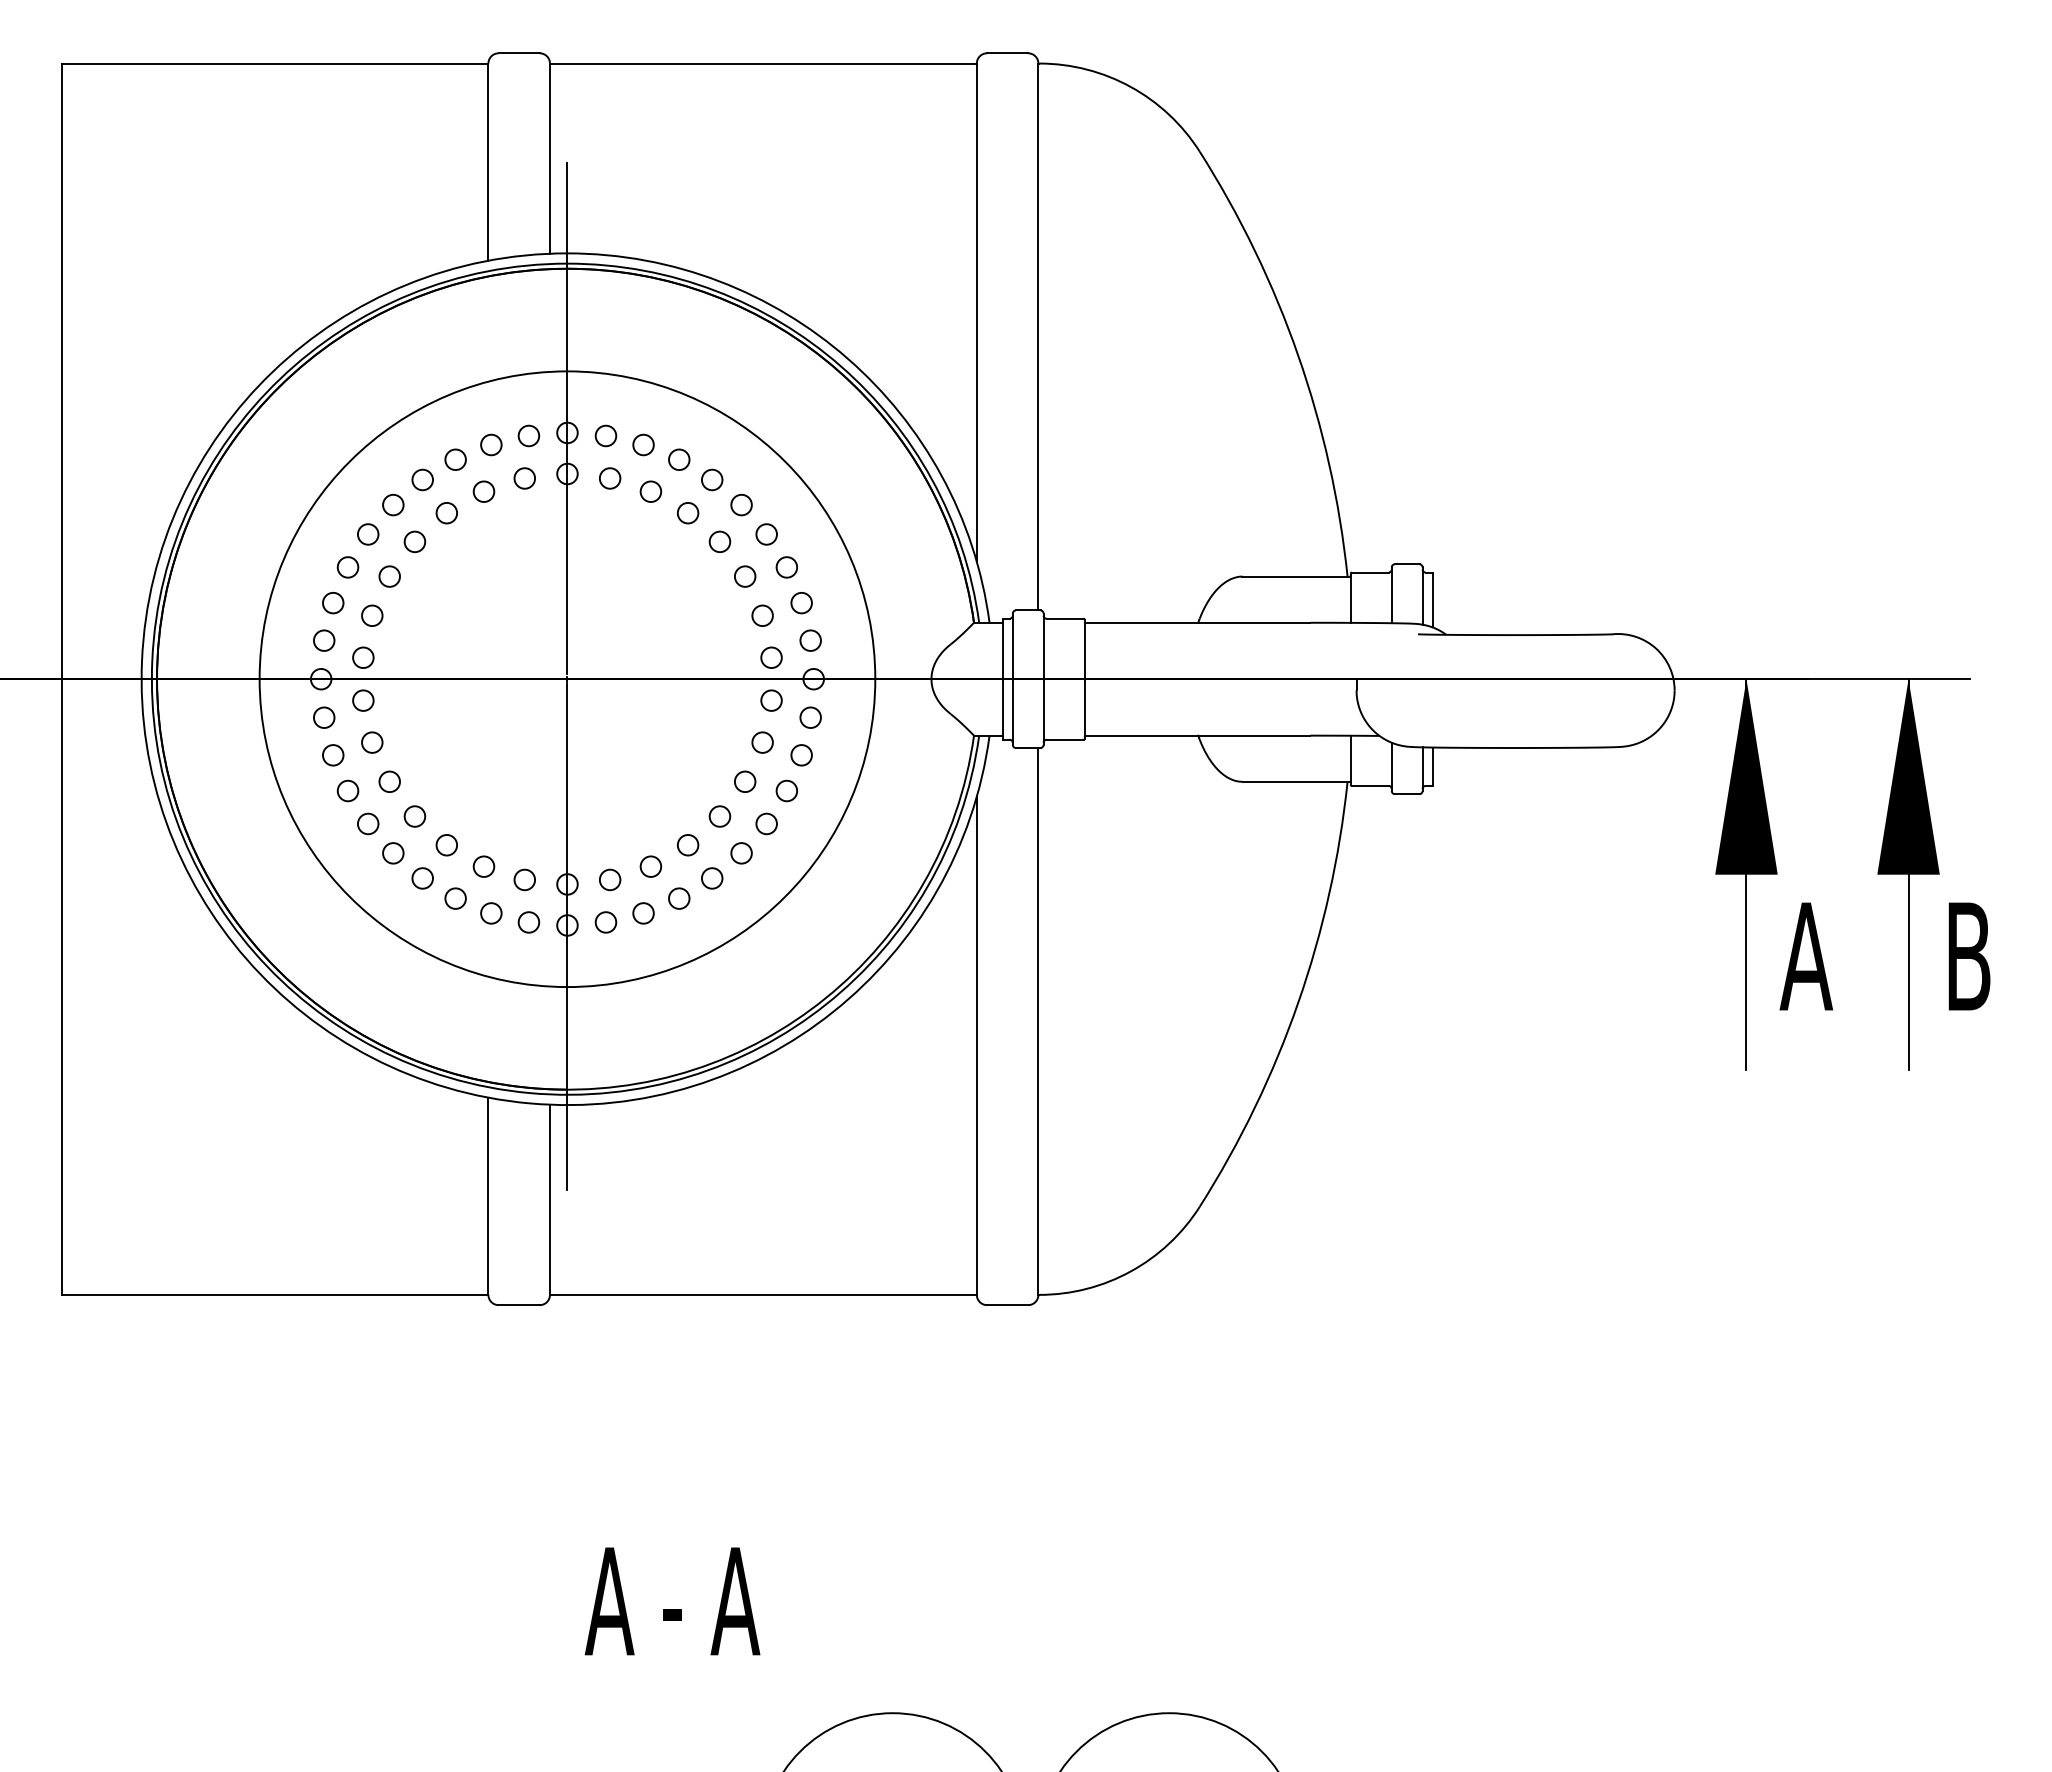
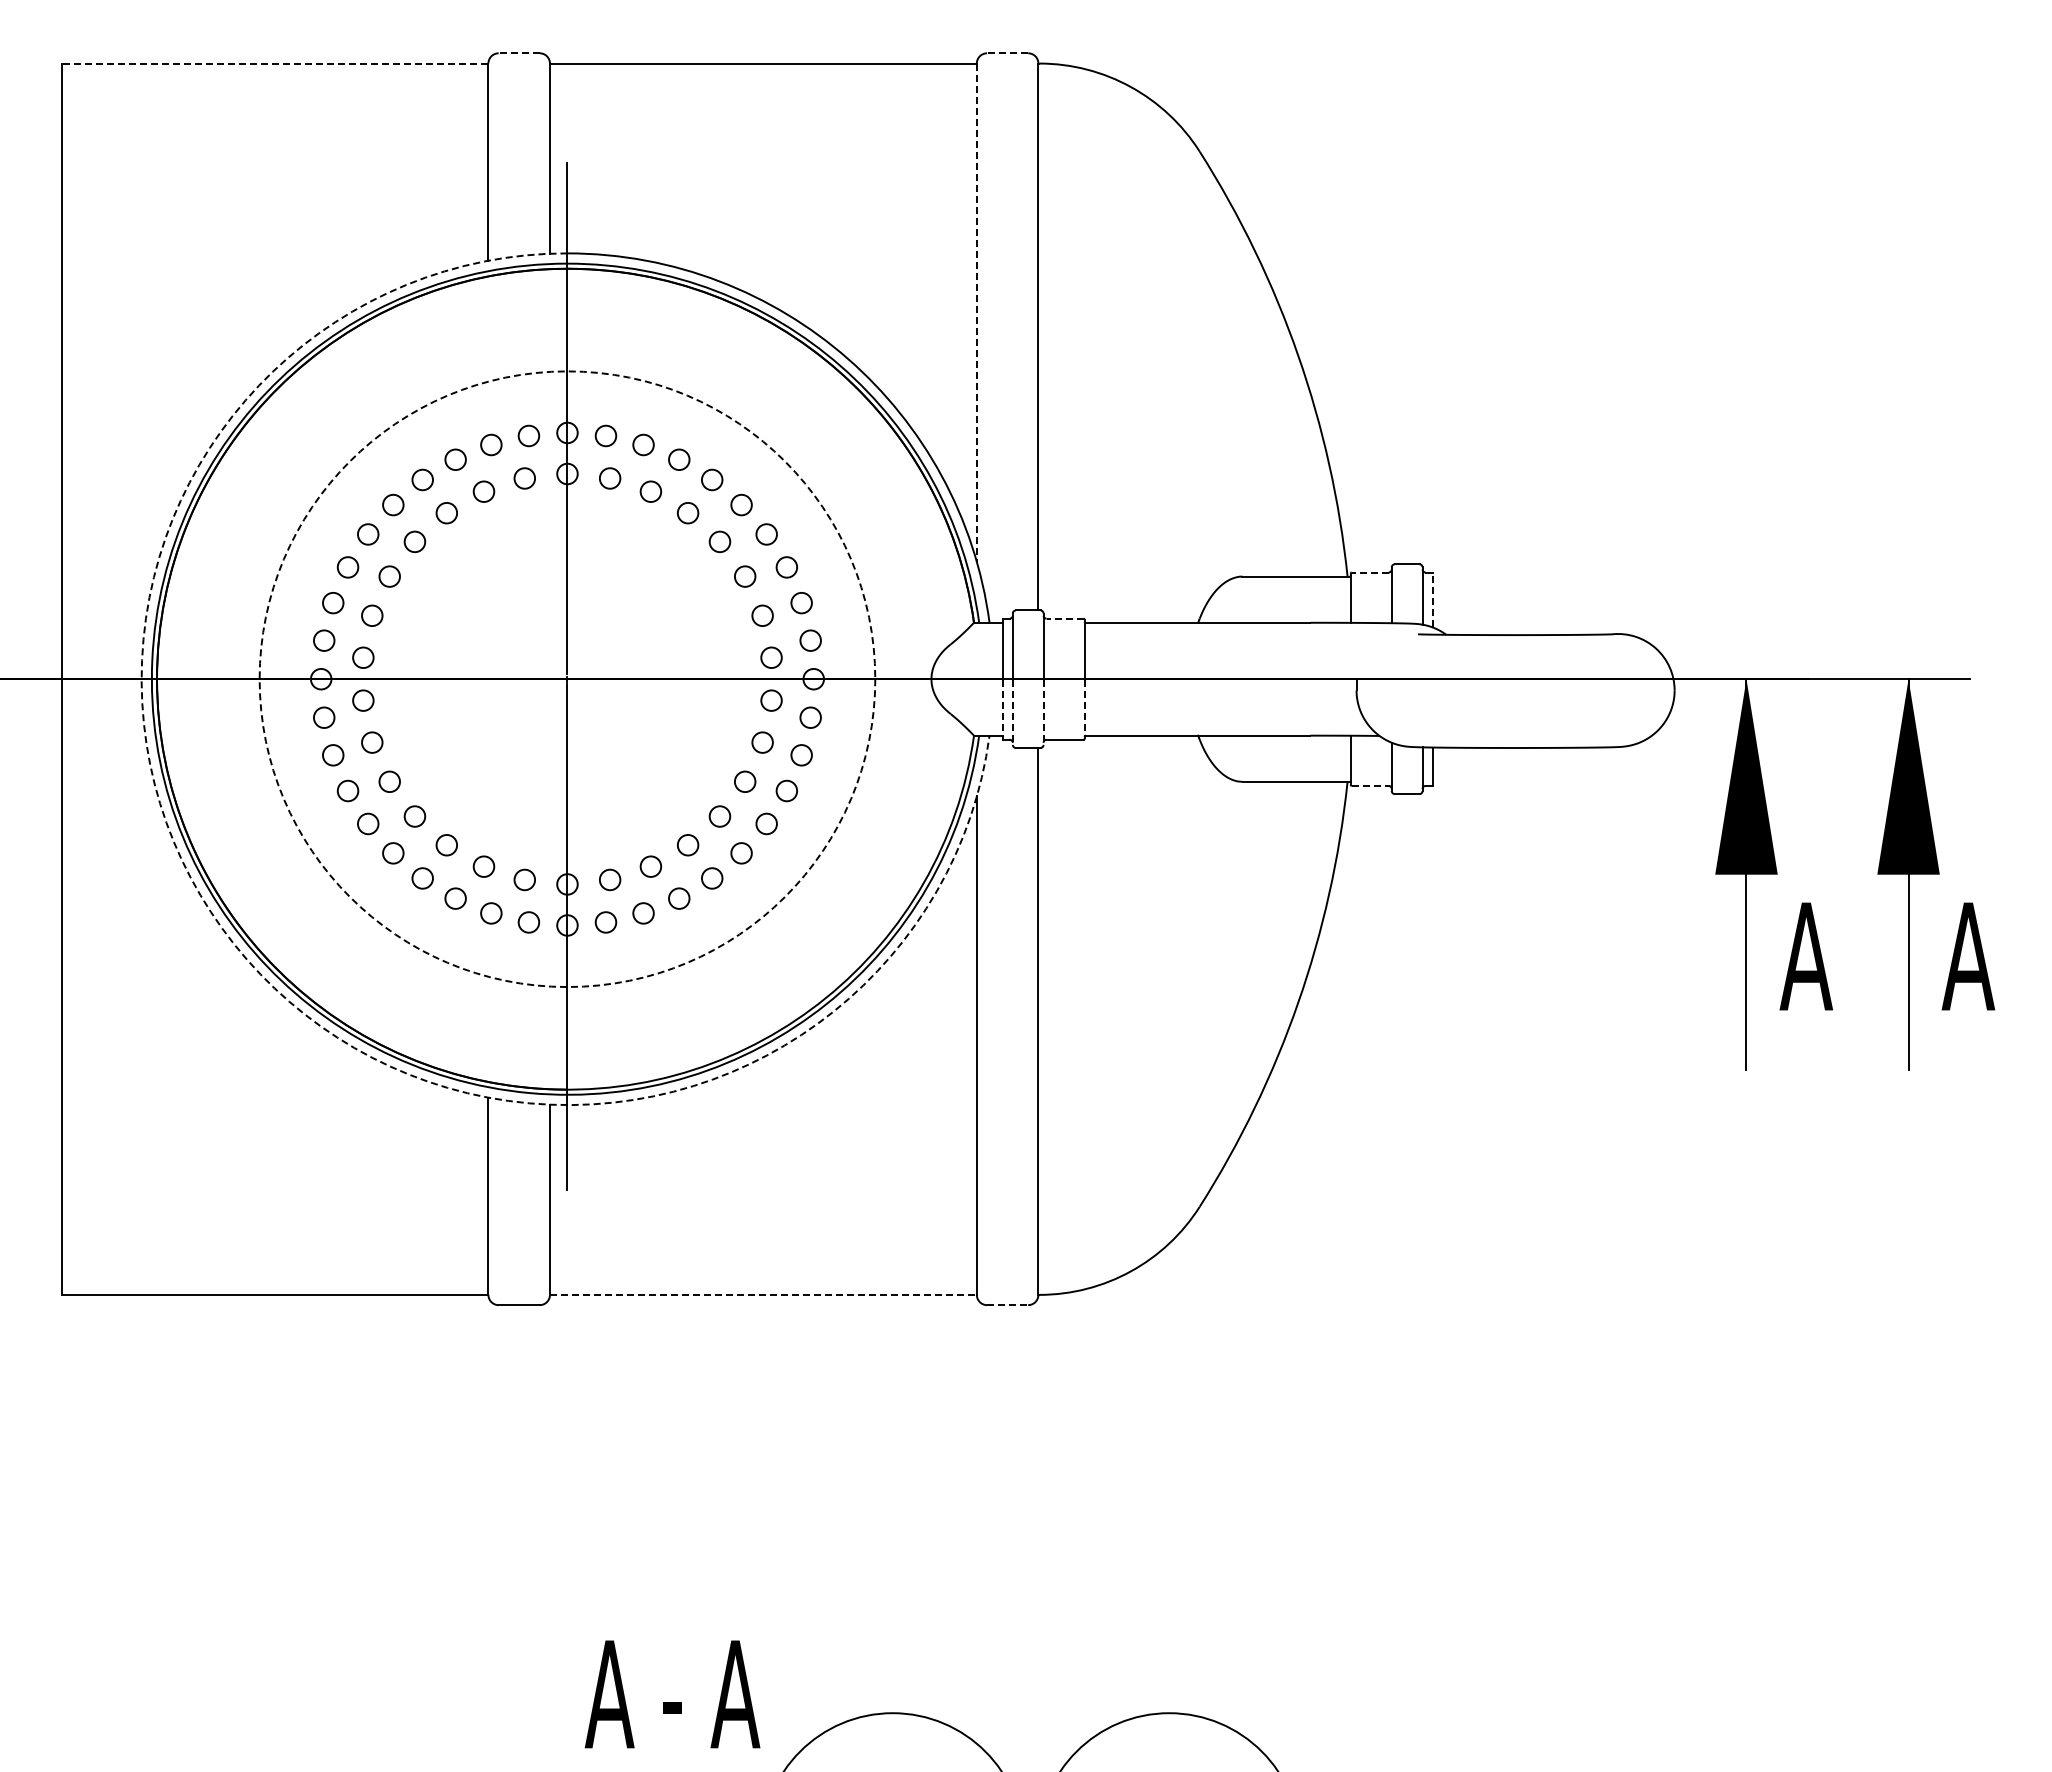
line at (519, 53): solid -> dashed
line at (1007, 53): solid -> dashed
line at (274, 63): solid -> dashed
line at (976, 313): solid -> dashed
line at (1369, 572): solid -> dashed
line at (1432, 599): solid -> dashed
line at (1064, 618): solid -> dashed
circle at (567, 679): solid -> dashed
line at (1002, 709): solid -> dashed
line at (1084, 709): solid -> dashed
line at (1012, 712): solid -> dashed
line at (1043, 712): solid -> dashed
line at (1370, 785): solid -> dashed
text at (1968, 956): B -> A
arc at (247, 959): solid -> dashed
line at (763, 1294): solid -> dashed
line at (1007, 1305): solid -> dashed
text at (672, 1601) position: (672, 1601) -> (672, 1694)
